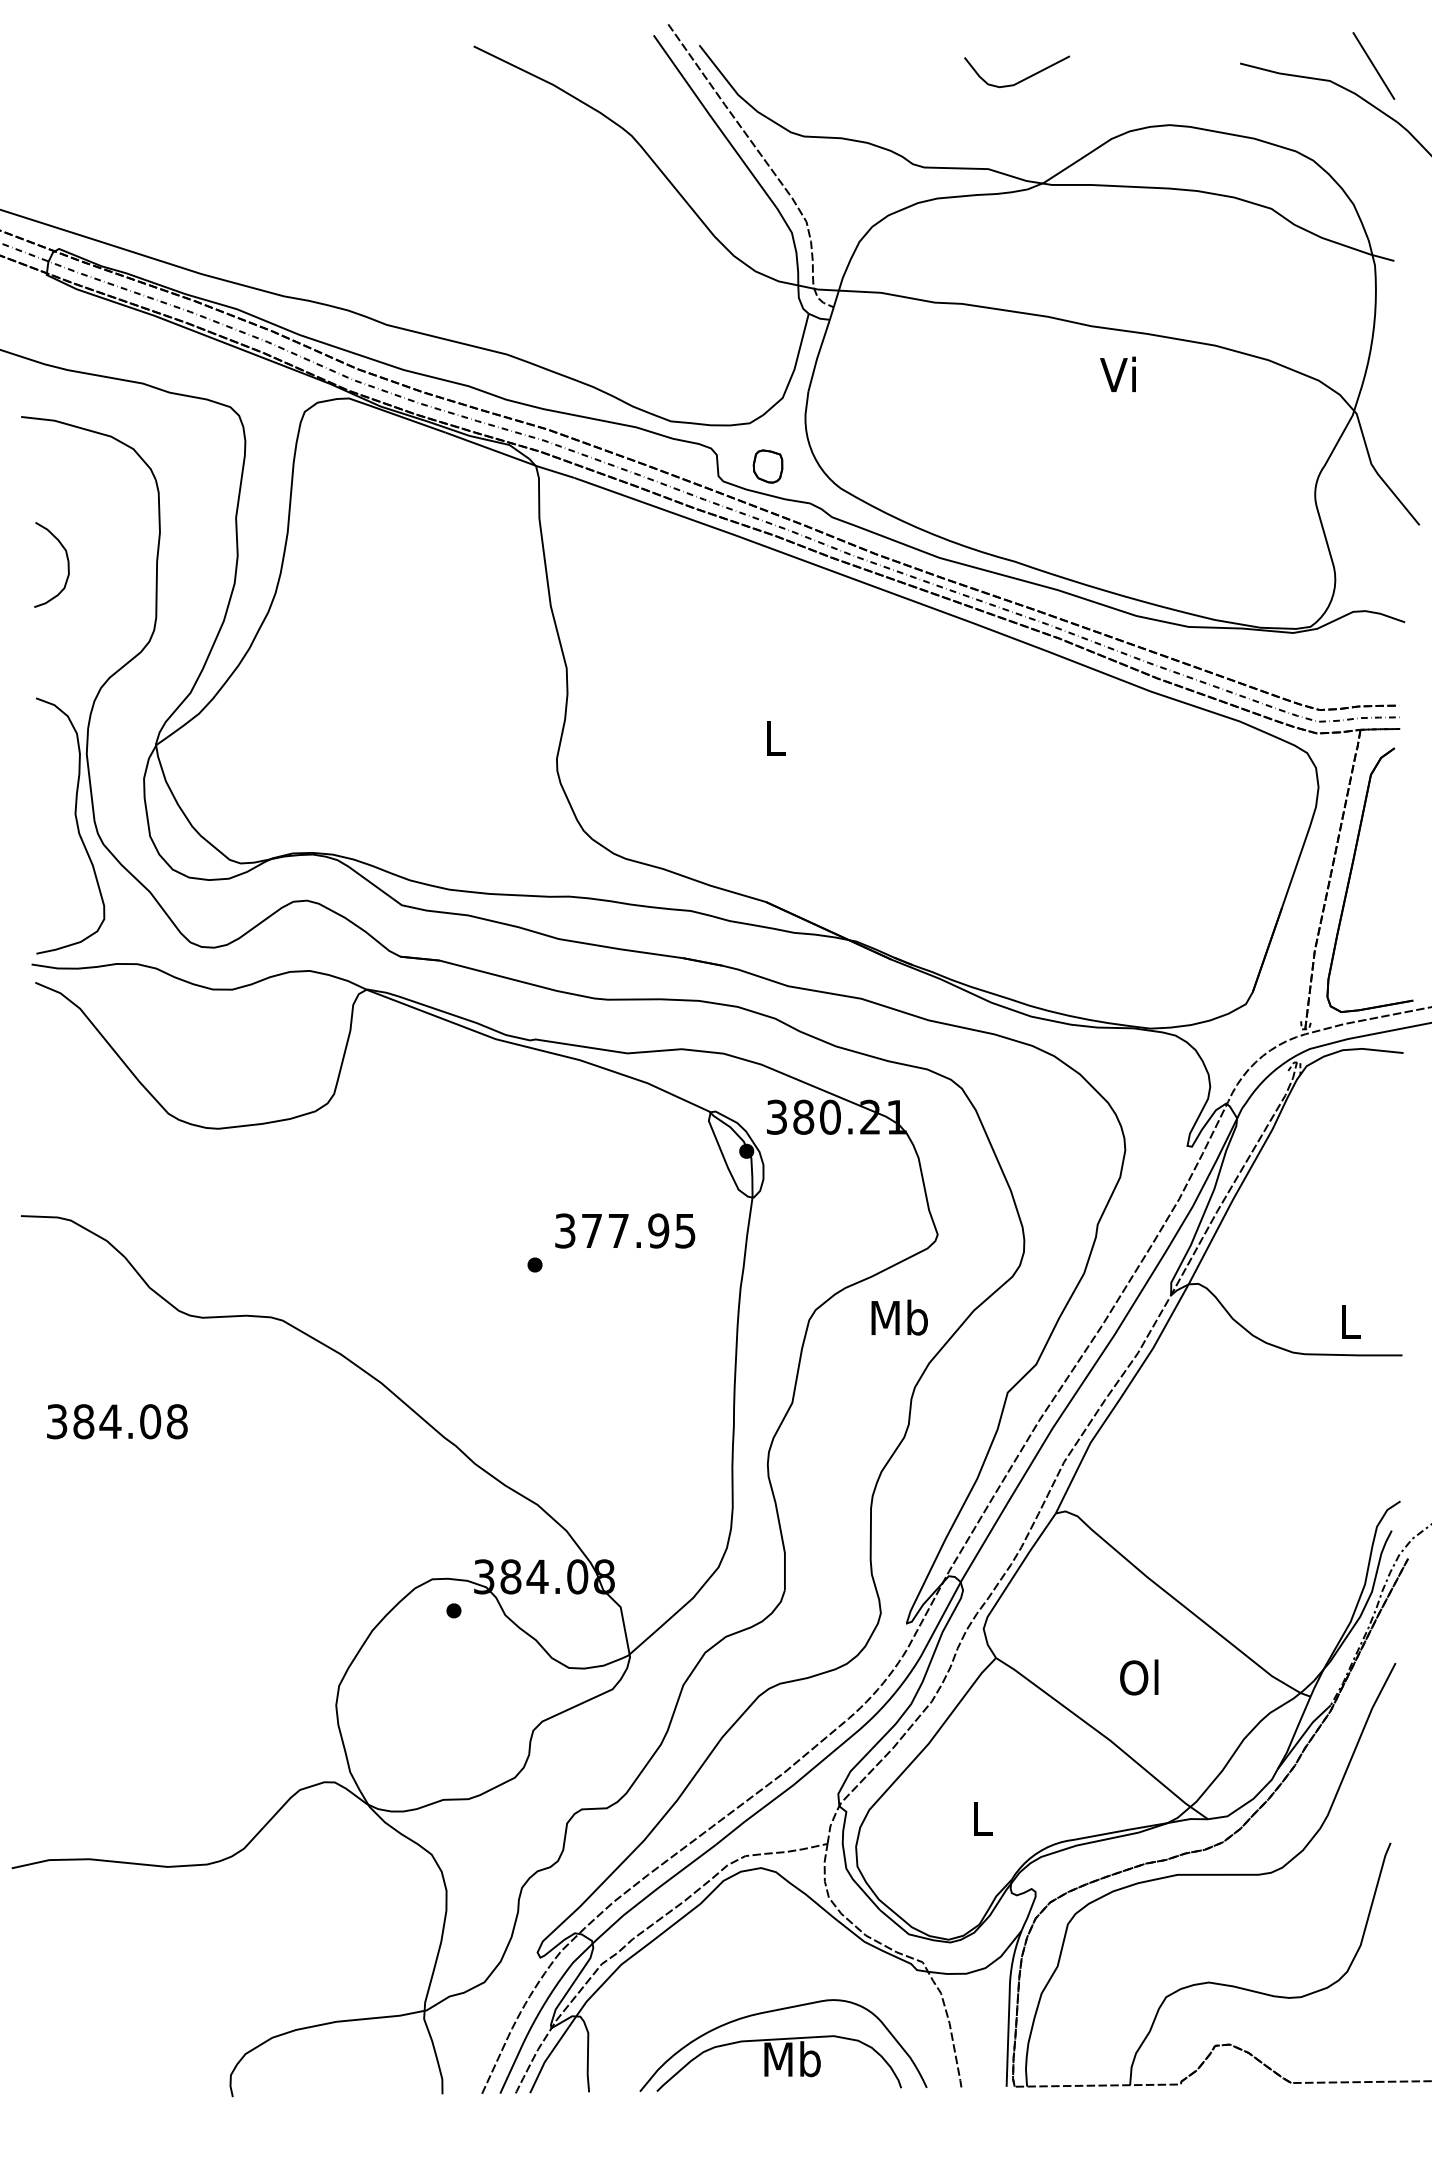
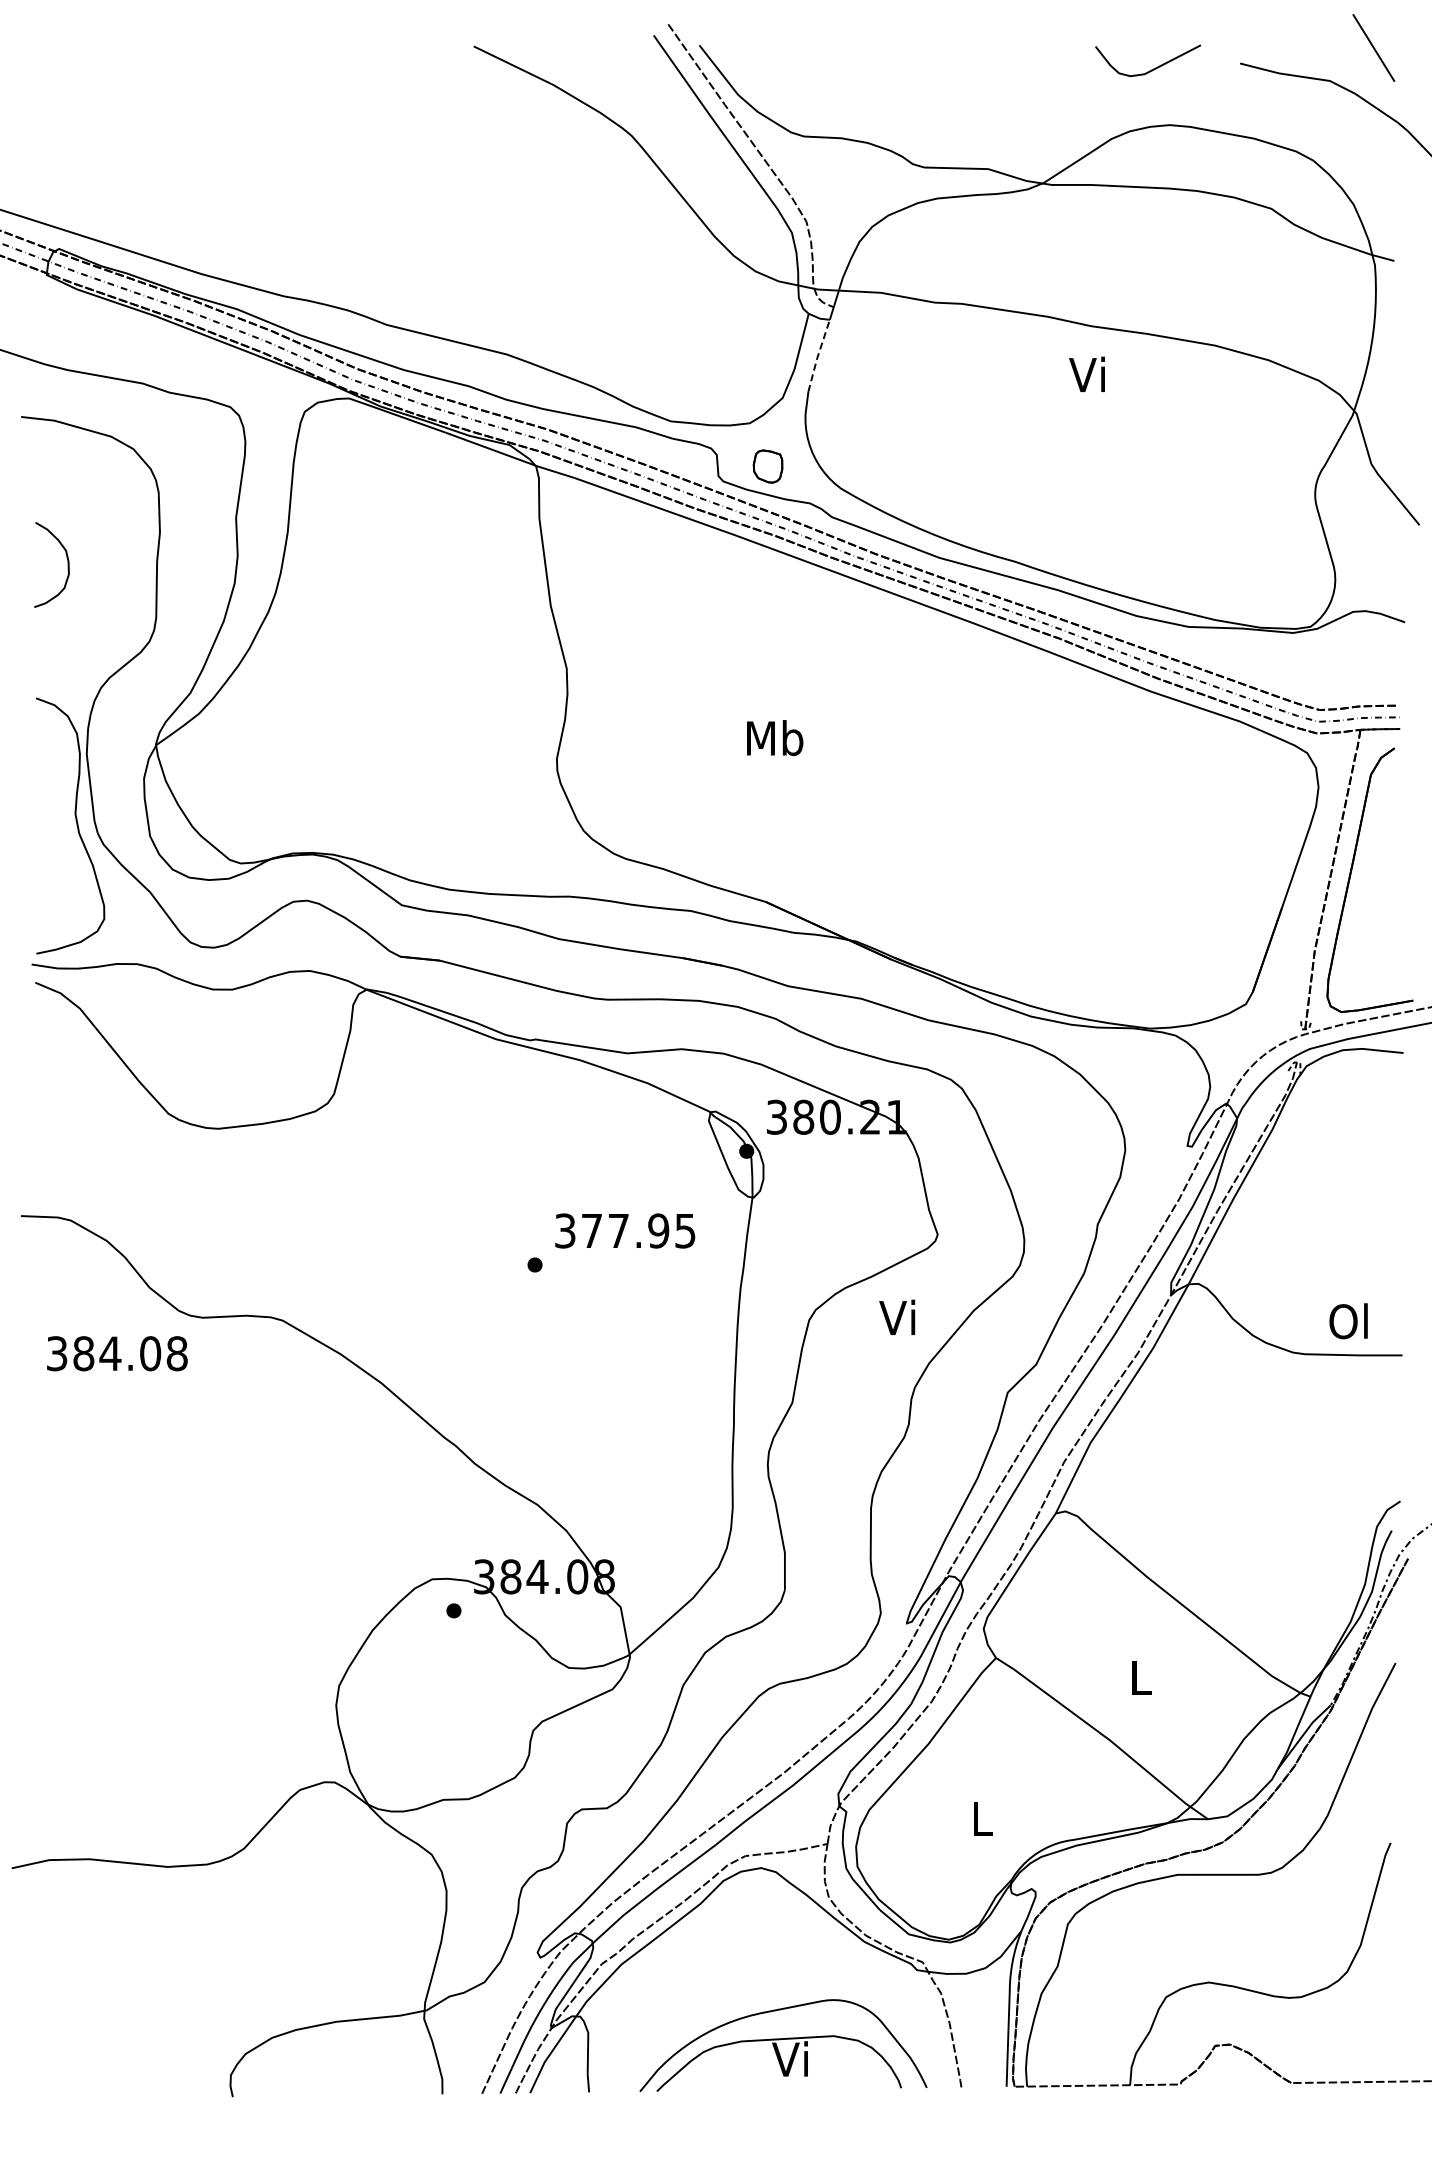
line at (1373, 65) position: (1373, 65) -> (1373, 47)
curve at (1020, 80) position: (1020, 80) -> (1151, 69)
line at (818, 355): solid -> dashed
text at (1117, 373) position: (1117, 373) -> (1086, 373)
text at (775, 738): L -> Mb
text at (899, 1317): Mb -> Vi
text at (1348, 1321): L -> Ol
text at (117, 1421) position: (117, 1421) -> (117, 1353)
text at (1139, 1677): Ol -> L
text at (792, 2059): Mb -> Vi
